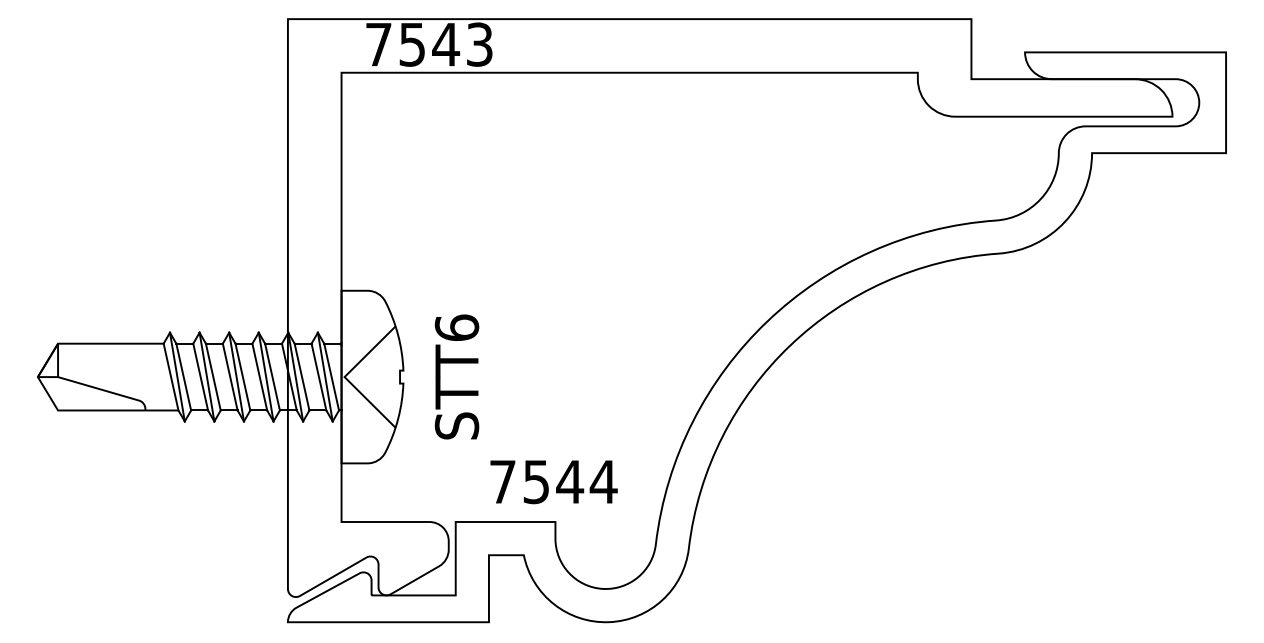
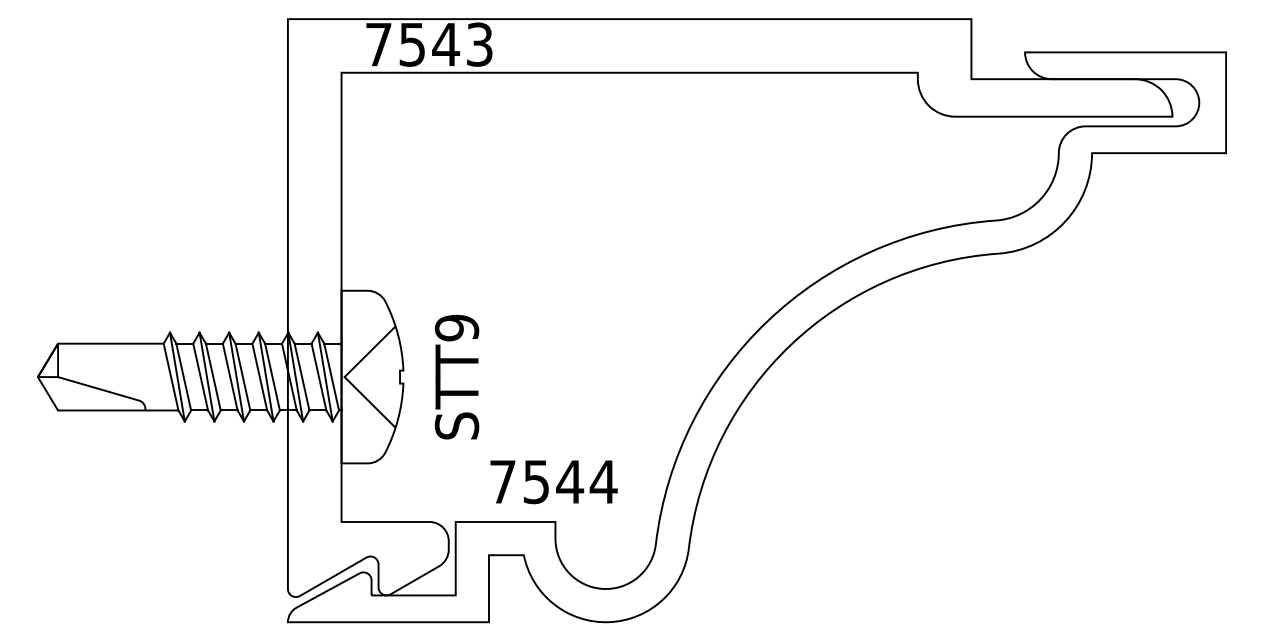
text at (456, 327): STT6 -> STT9
